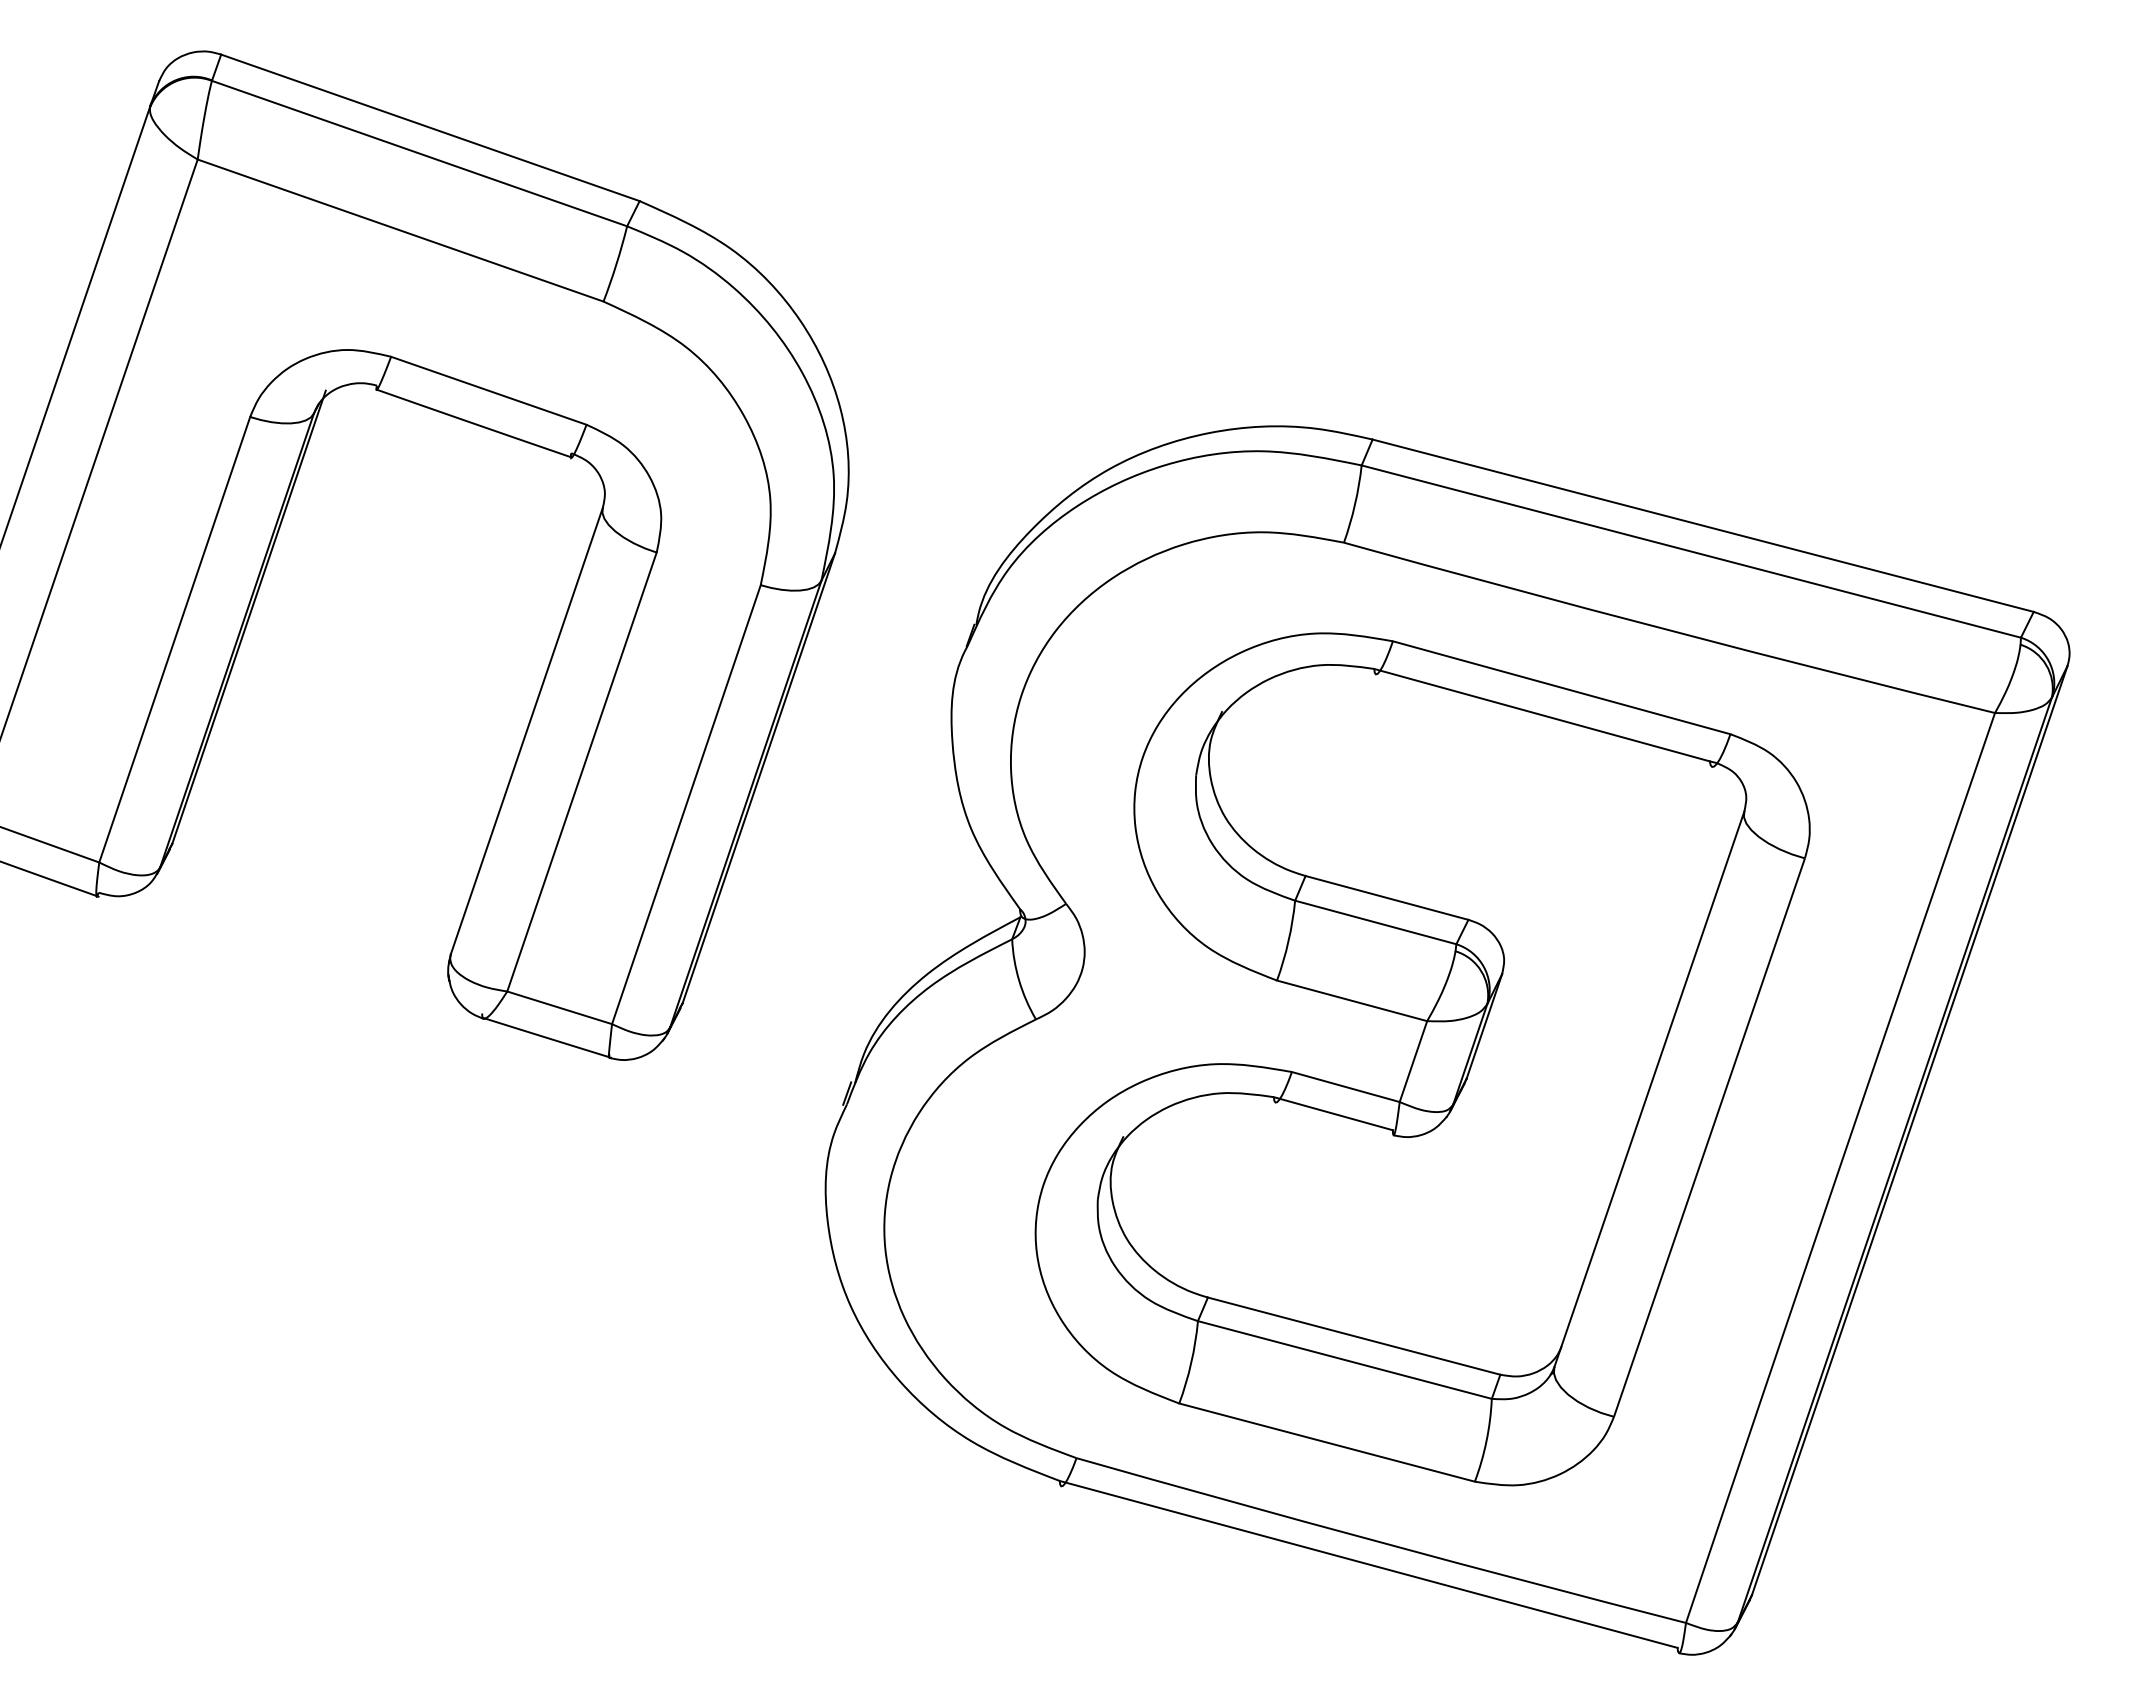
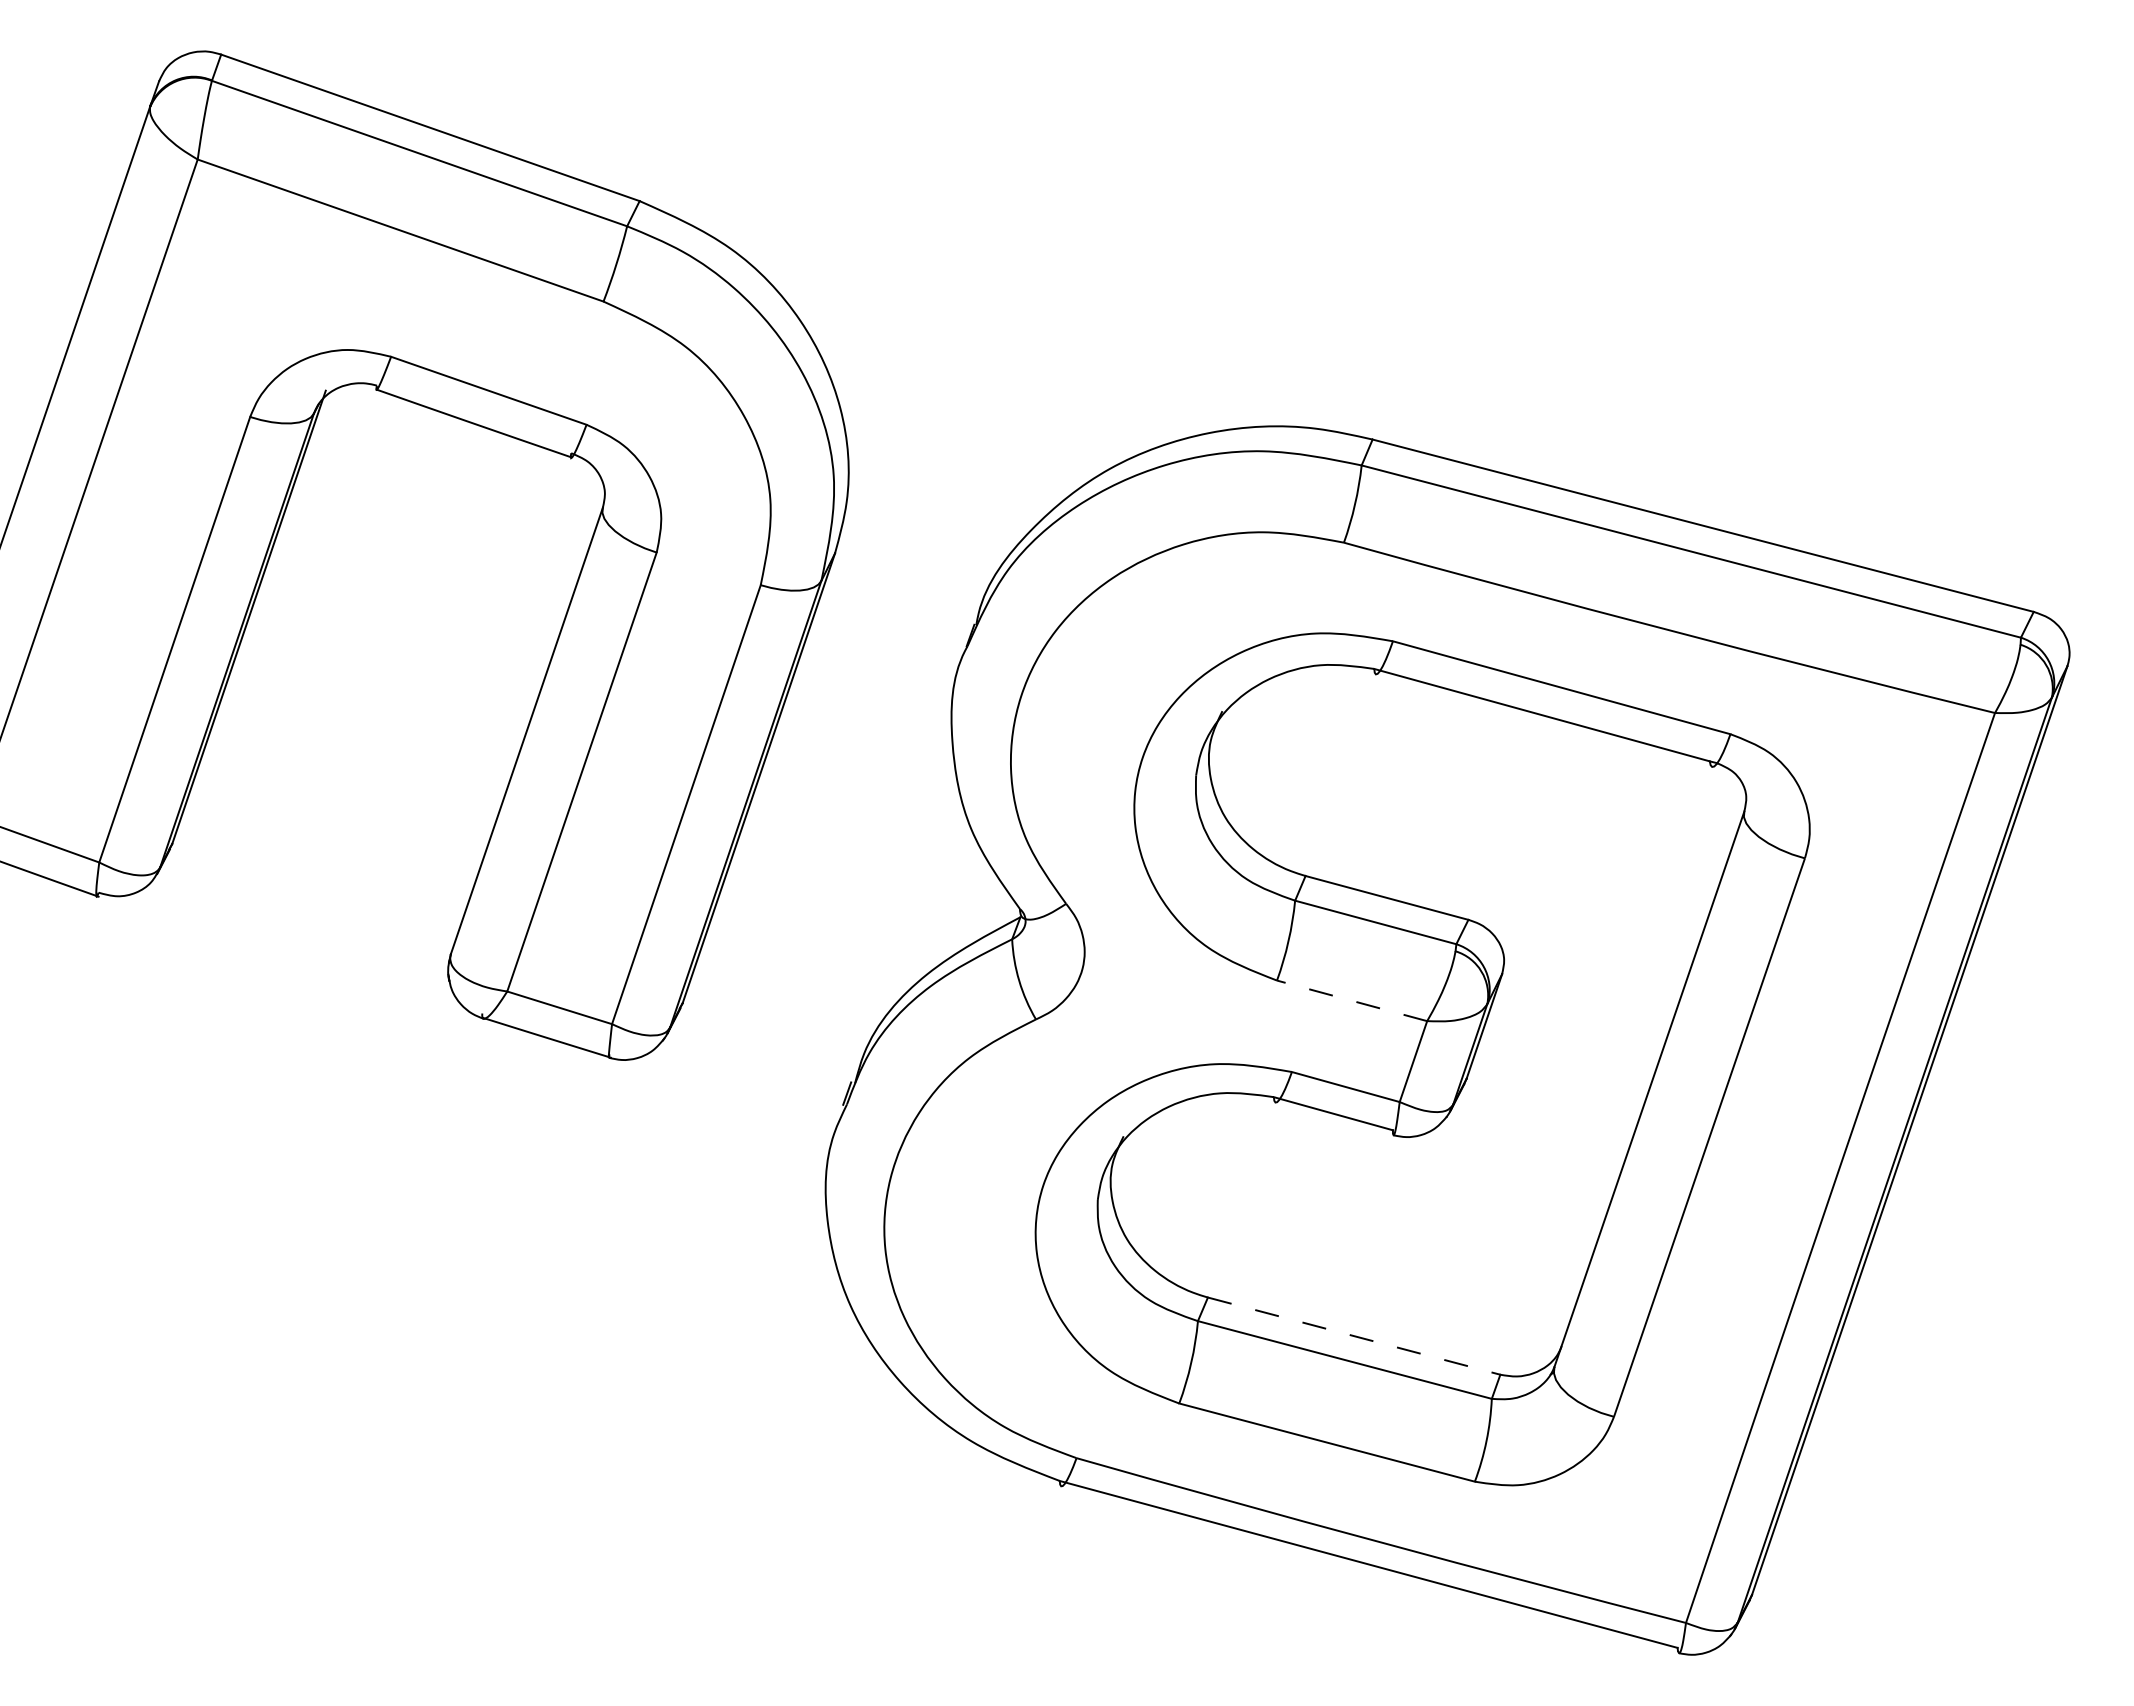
line at (1352, 1000): solid -> dashed
line at (1354, 1336): solid -> dashed
